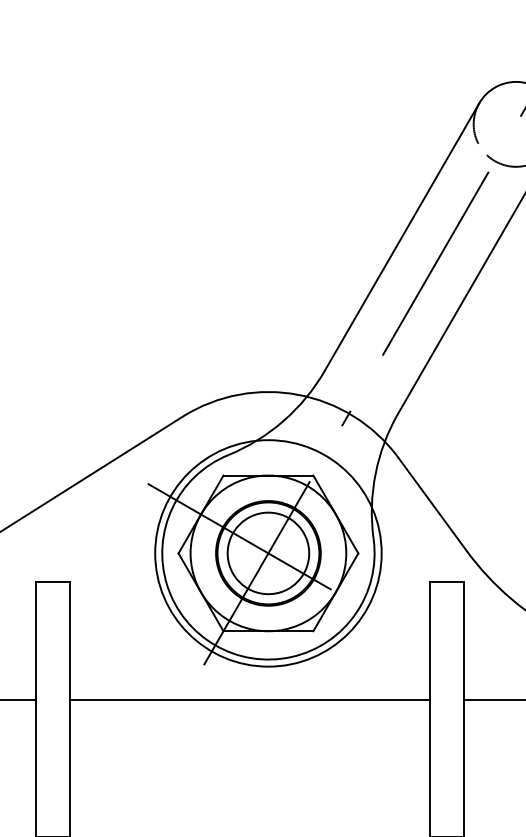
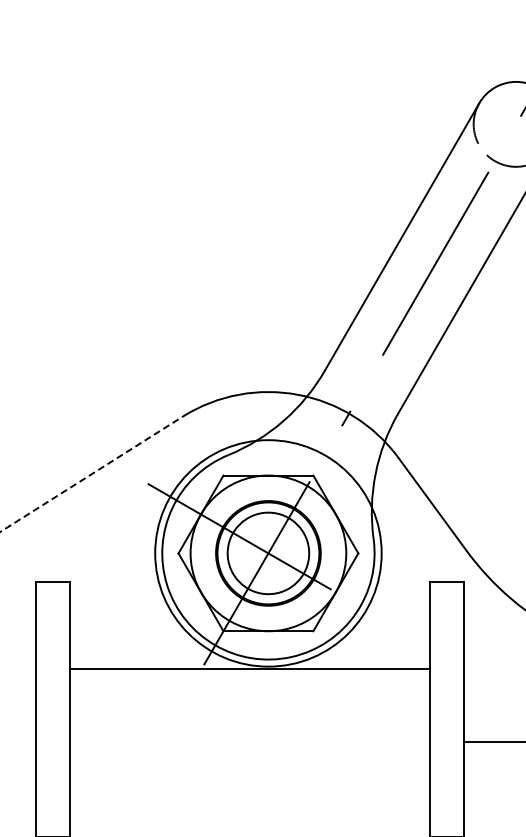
line at (91, 474): solid -> dashed
line at (19, 700): present -> none
line at (249, 700) position: (249, 700) -> (249, 669)
line at (492, 700) position: (492, 700) -> (492, 742)
